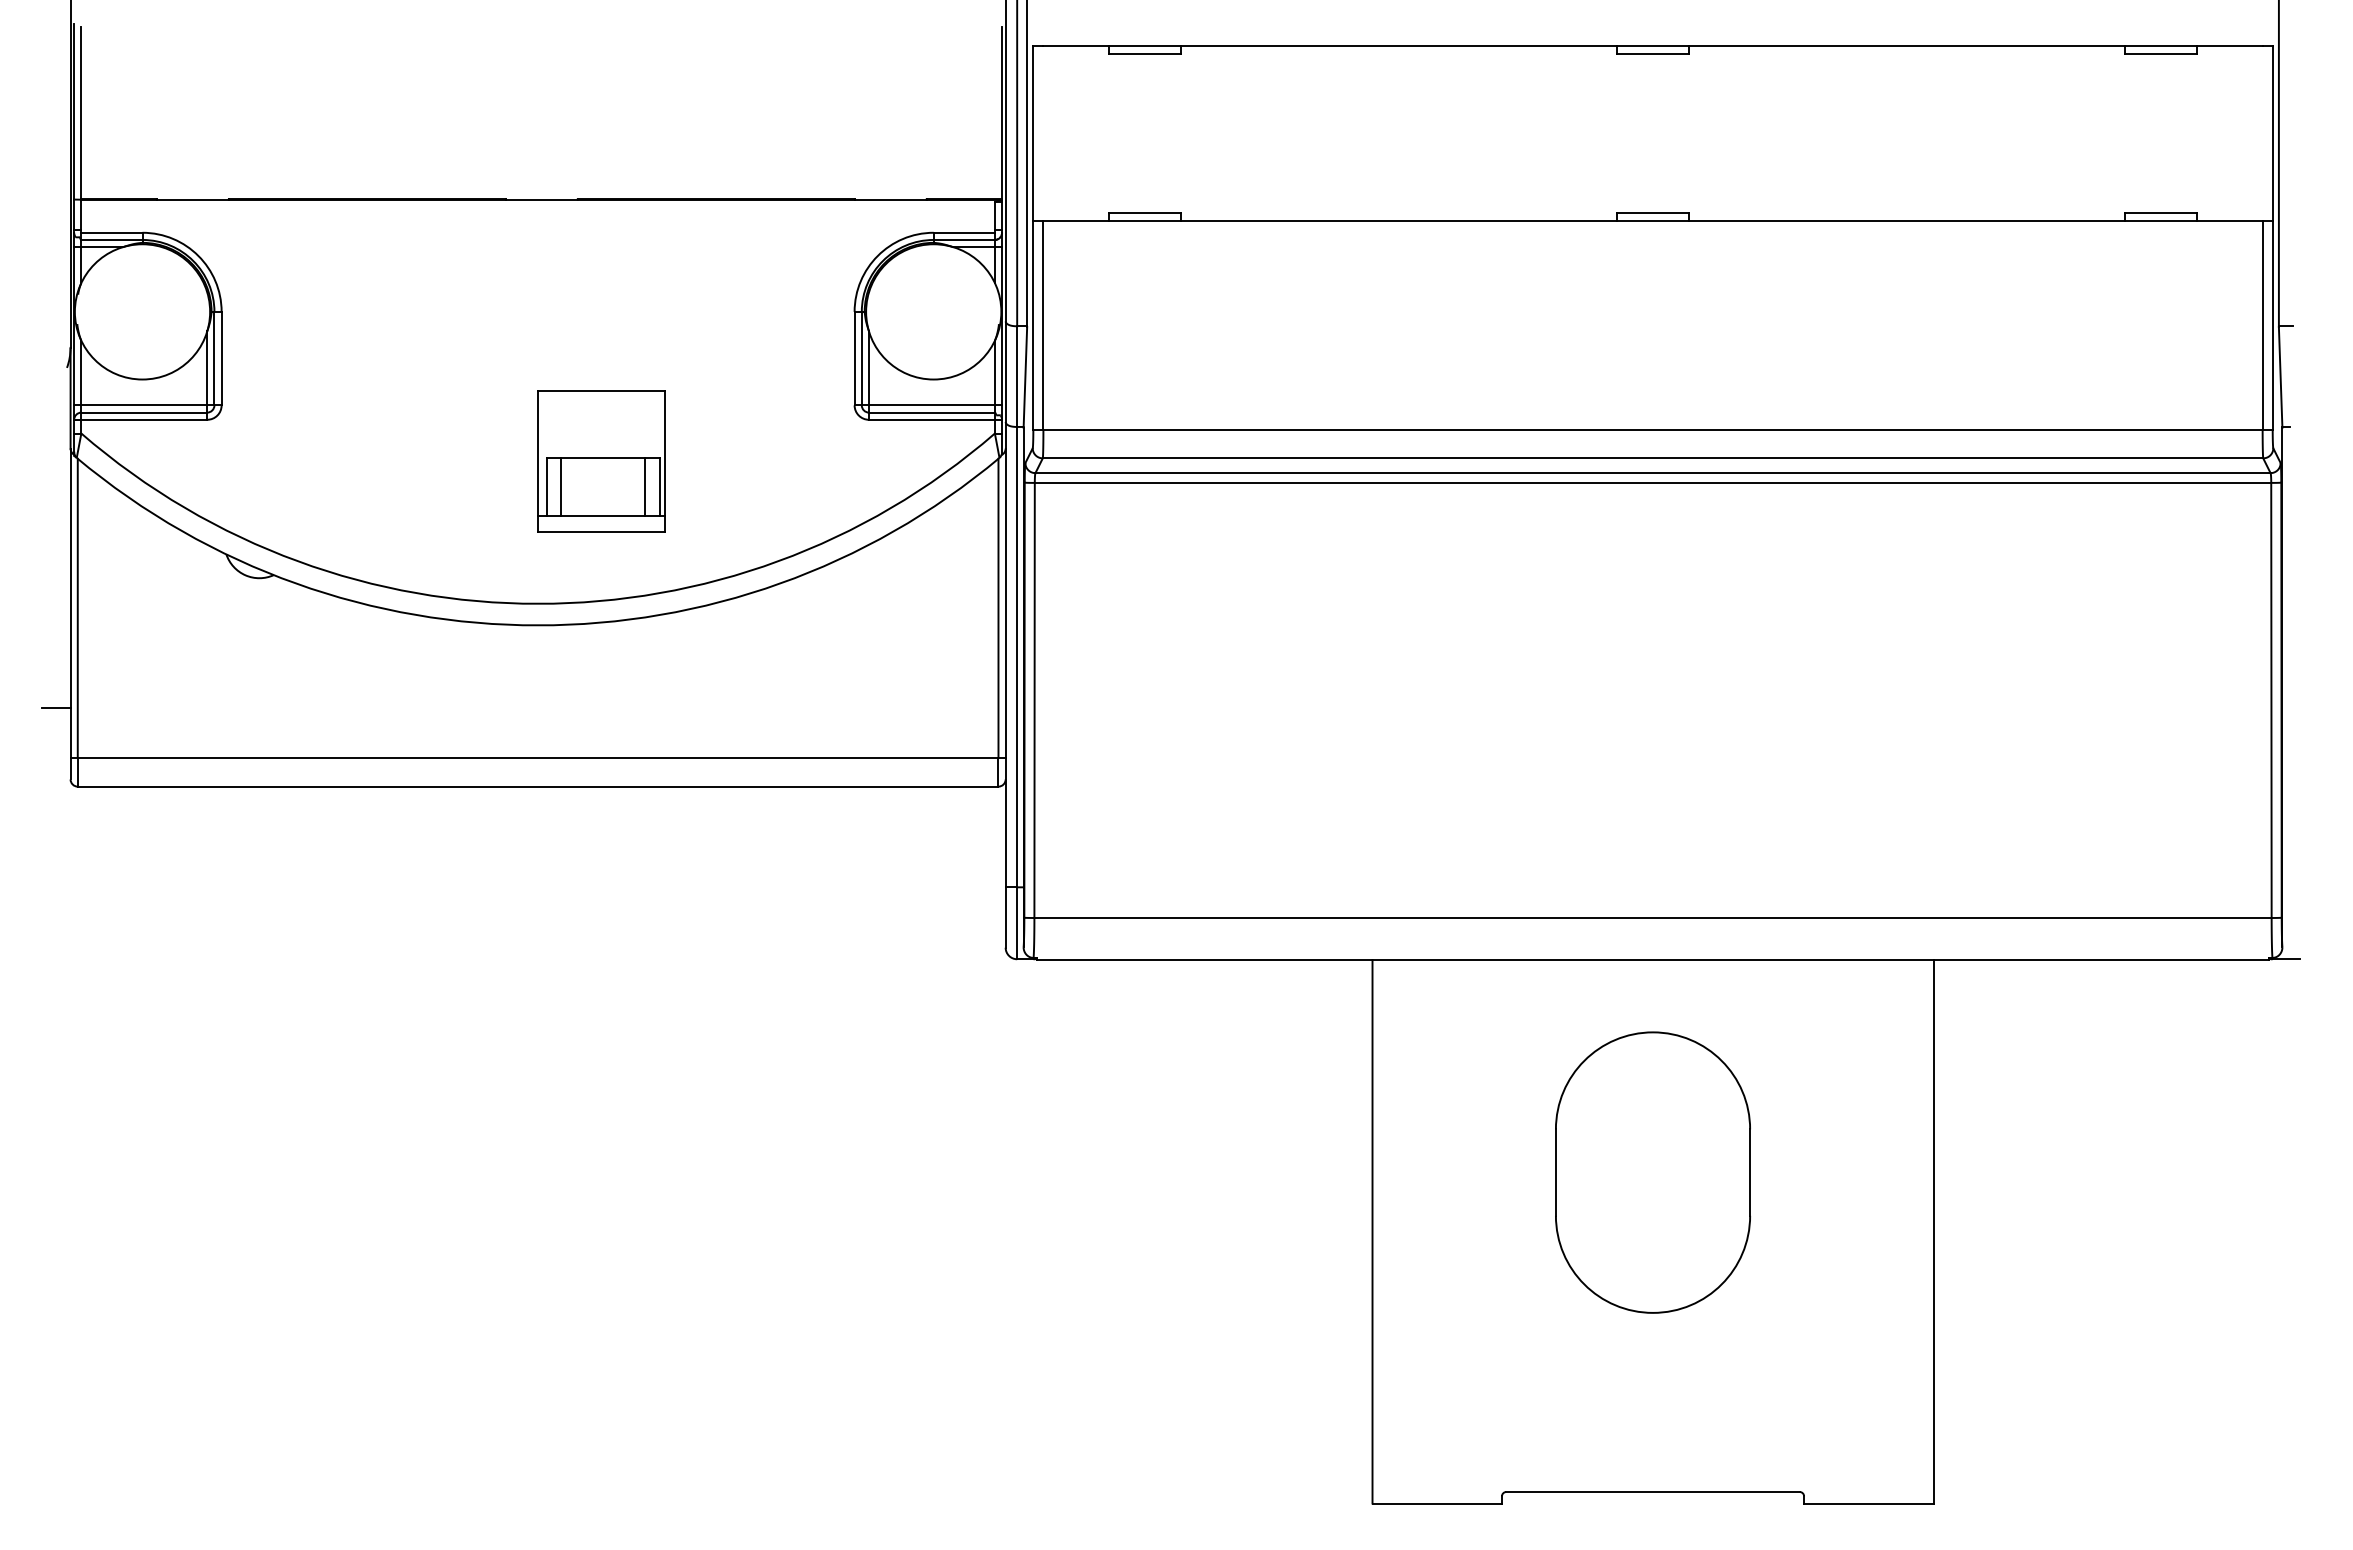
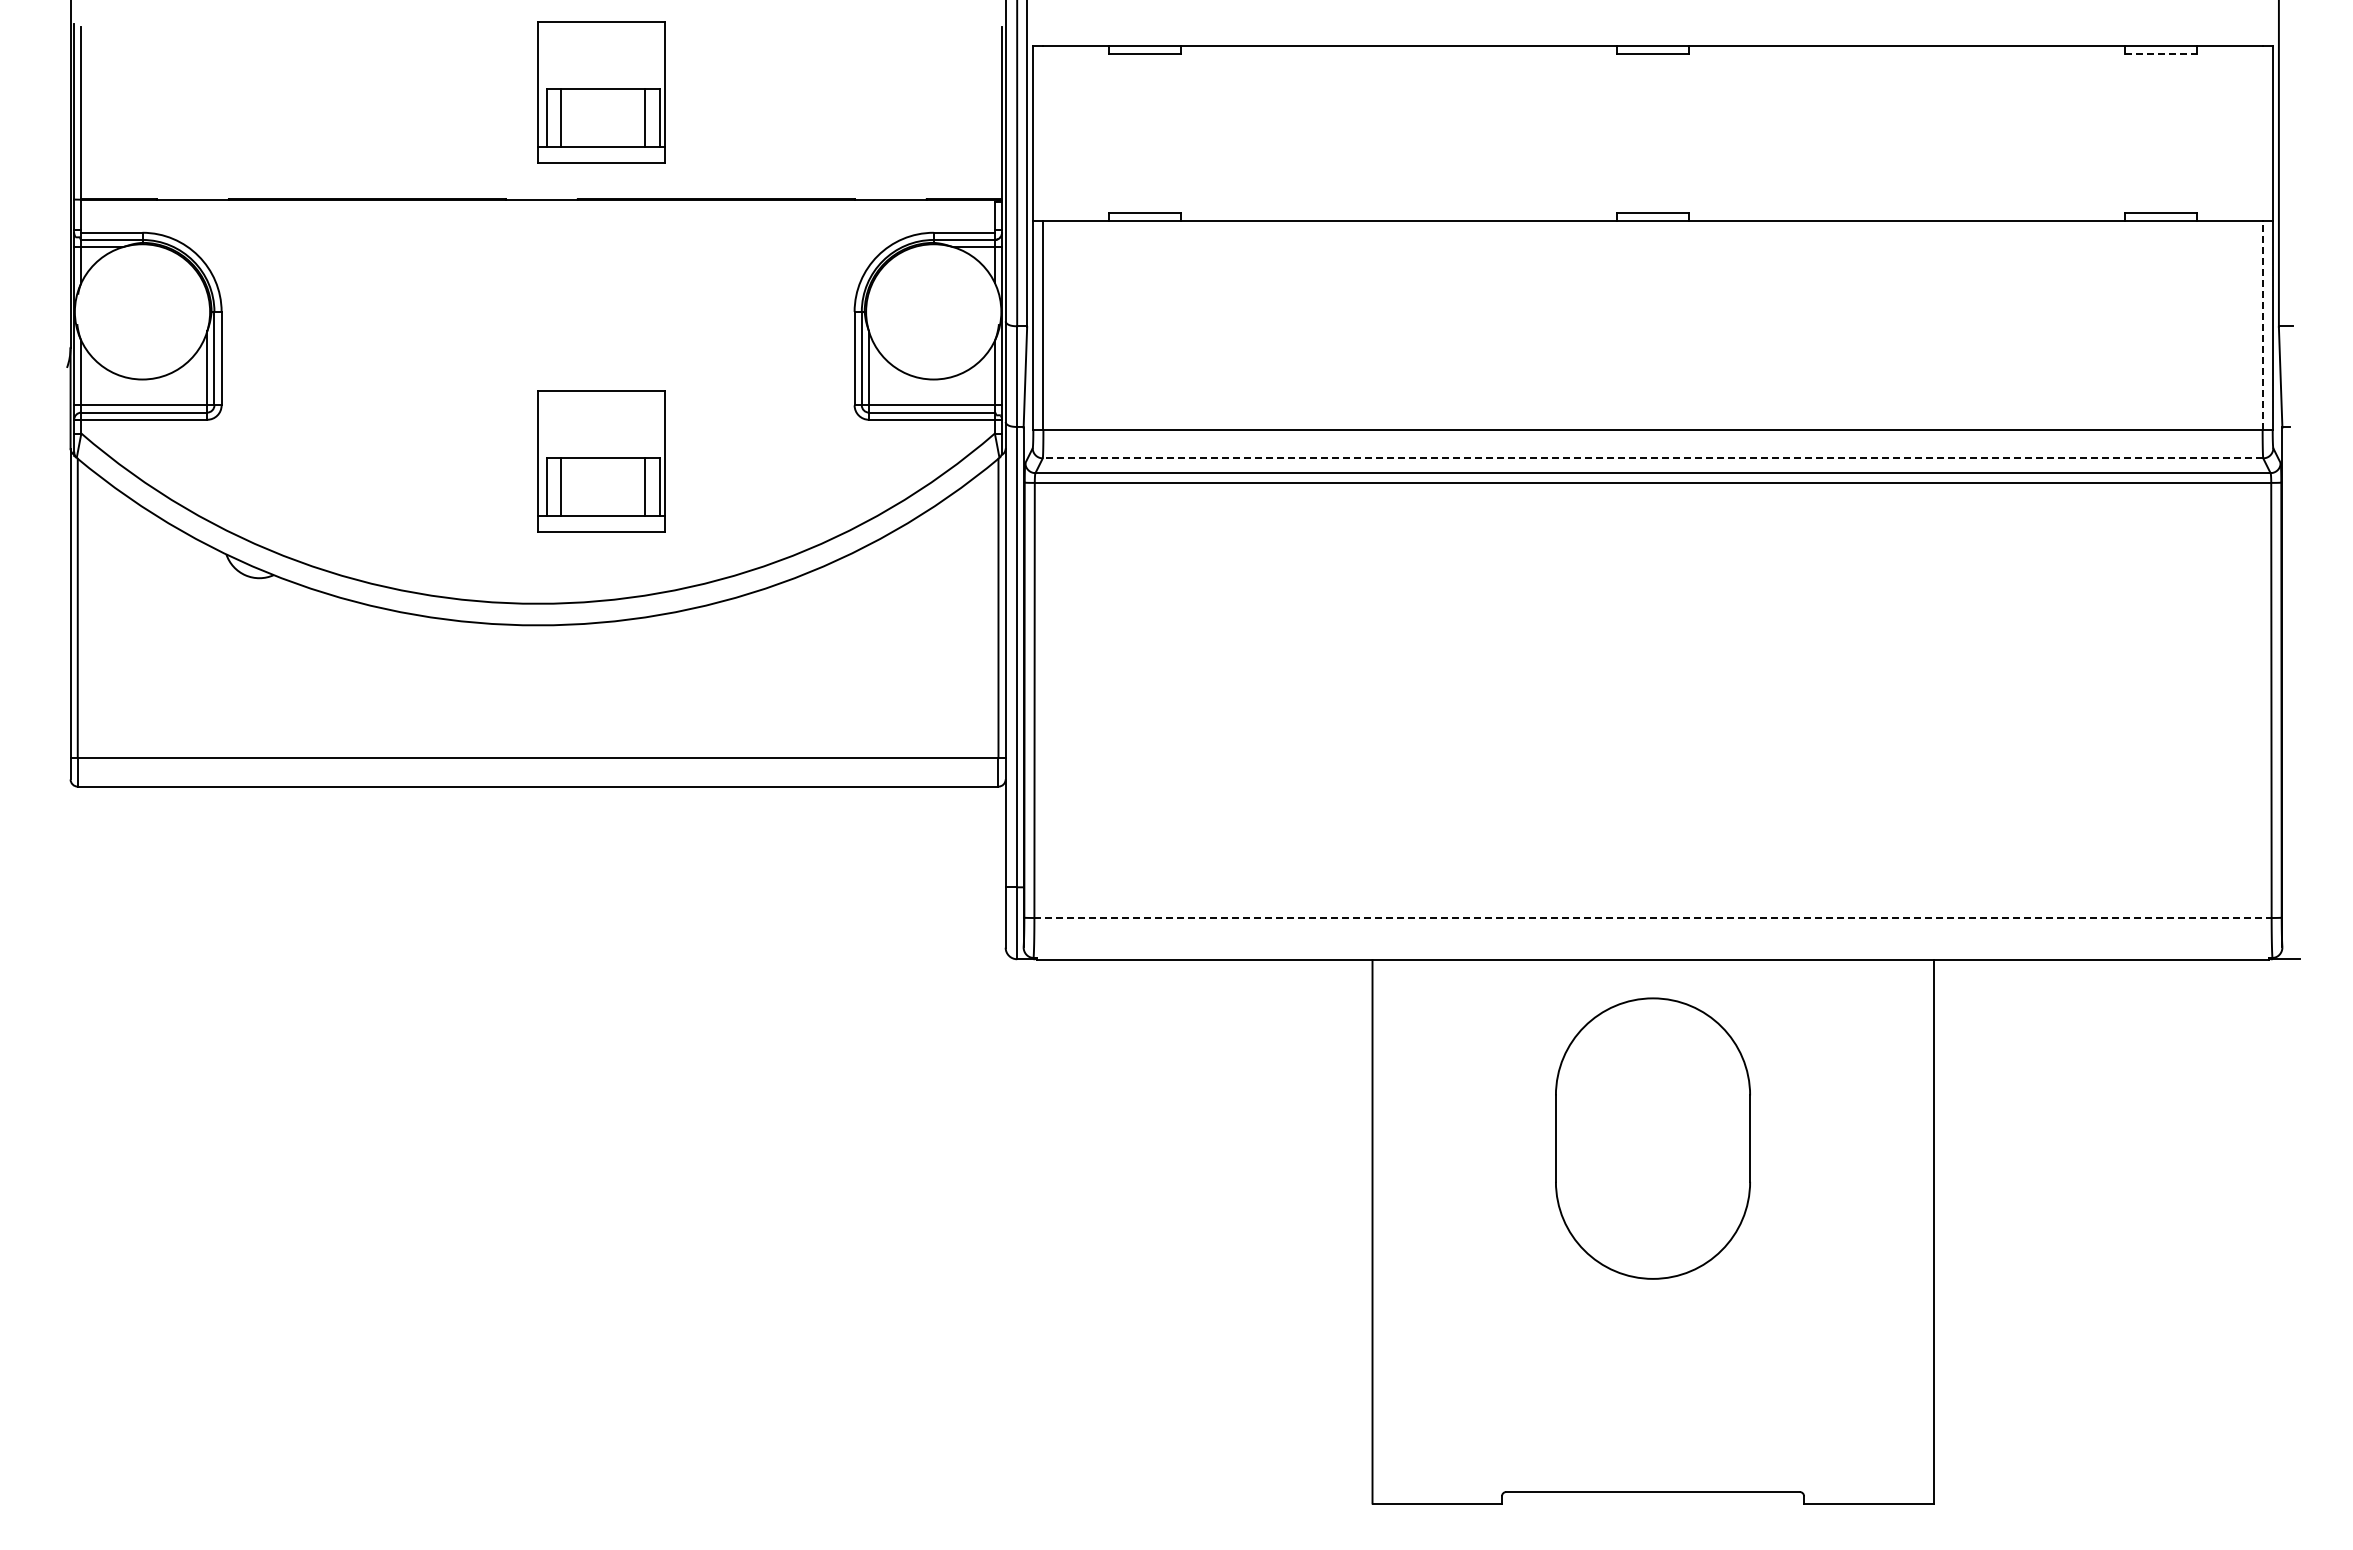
line at (2160, 53): solid -> dashed
part at (601, 92): none -> present
line at (2262, 325): solid -> dashed
line at (1652, 458): solid -> dashed
line at (55, 707): present -> none
line at (1653, 918): solid -> dashed
part at (1652, 1172) position: (1652, 1172) -> (1652, 1138)
